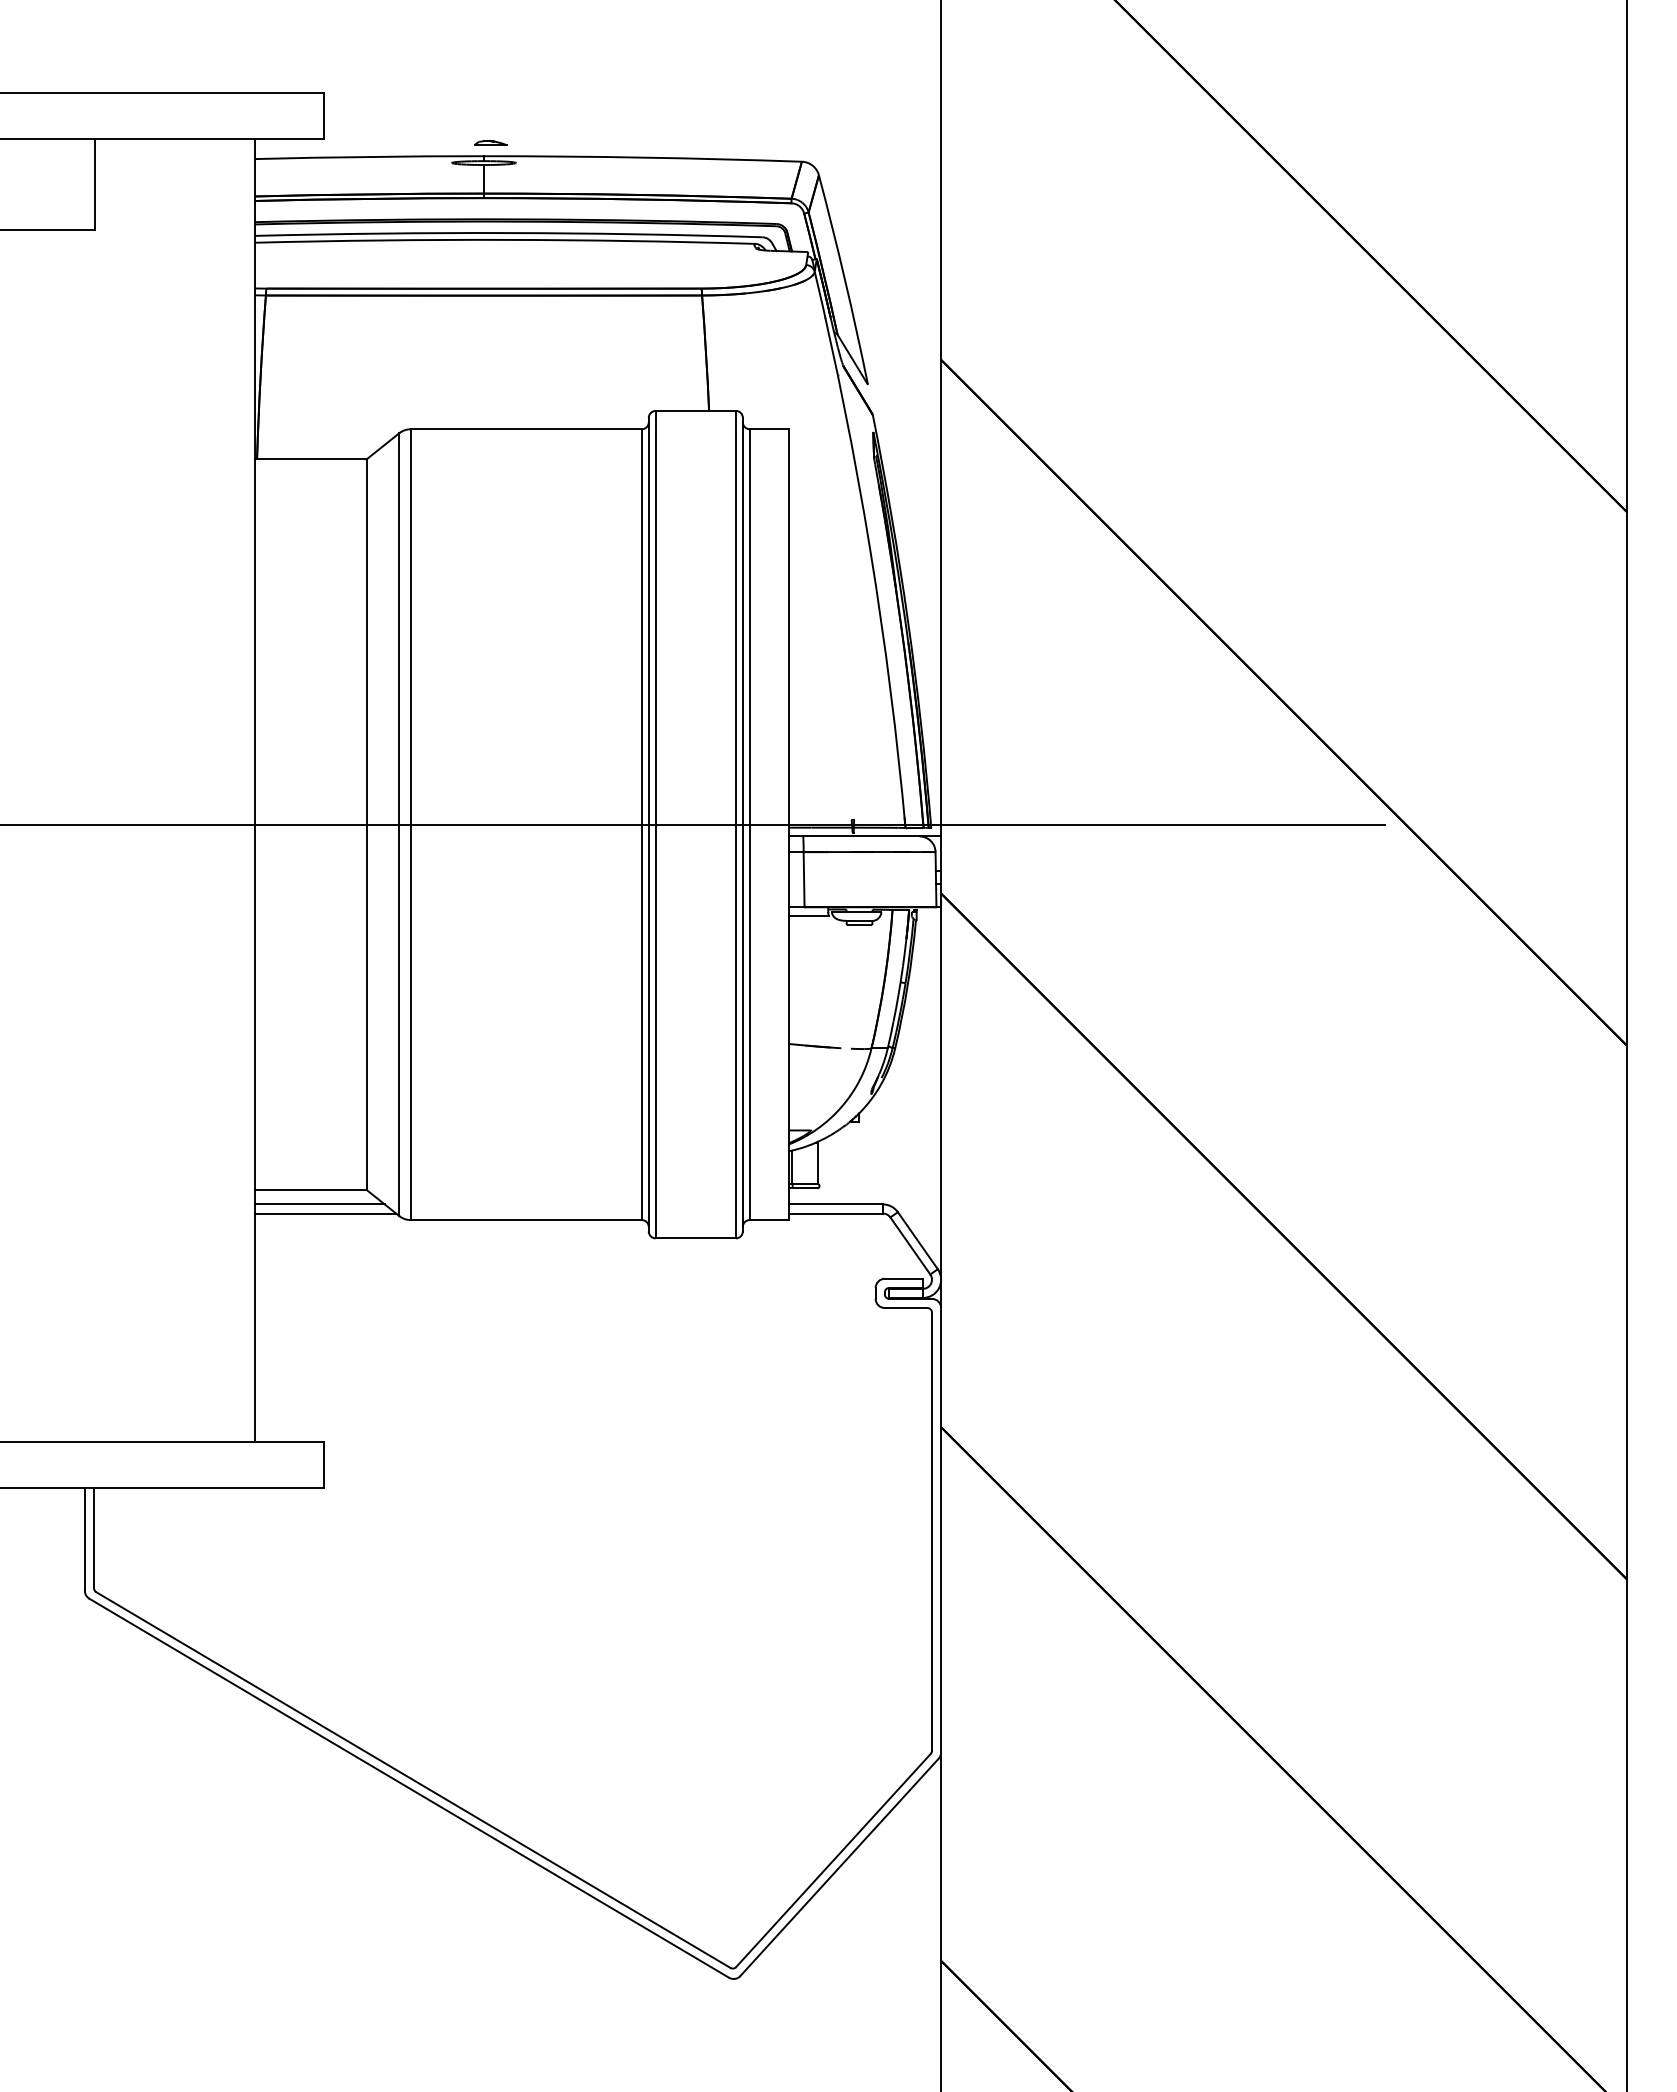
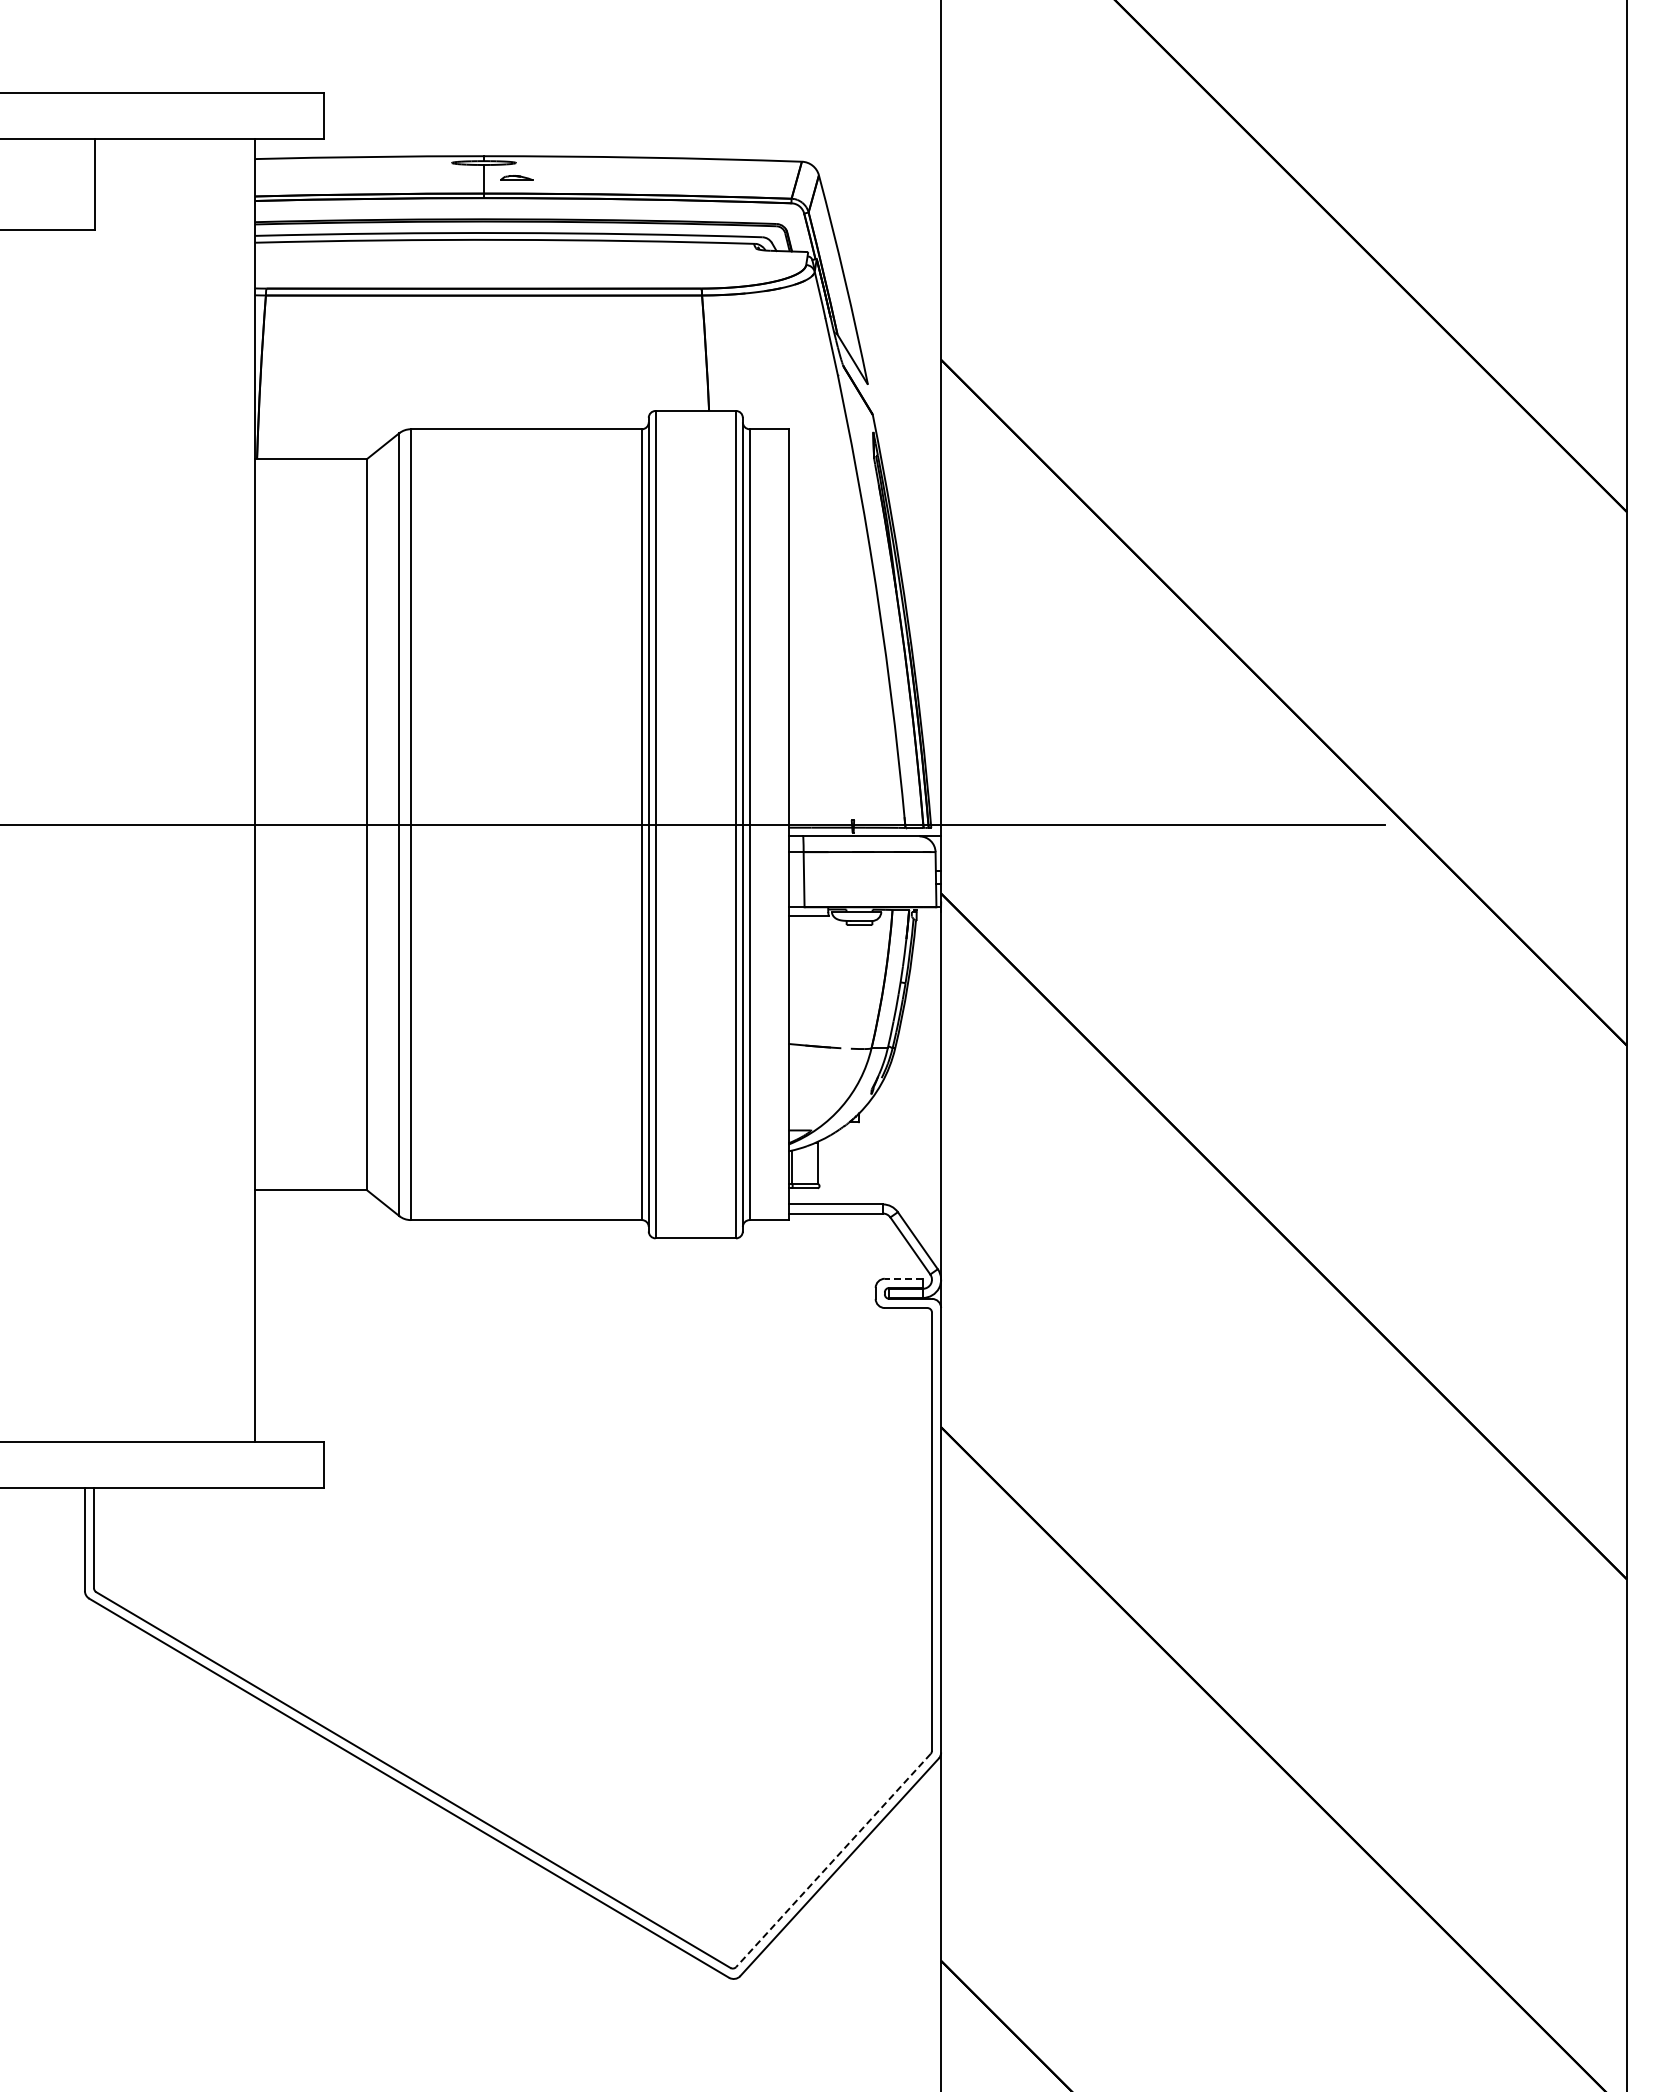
part at (490, 142) position: (490, 142) -> (516, 177)
line at (319, 1204): present -> none
line at (325, 1213): present -> none
line at (903, 1278): solid -> dashed
line at (833, 1860): solid -> dashed
